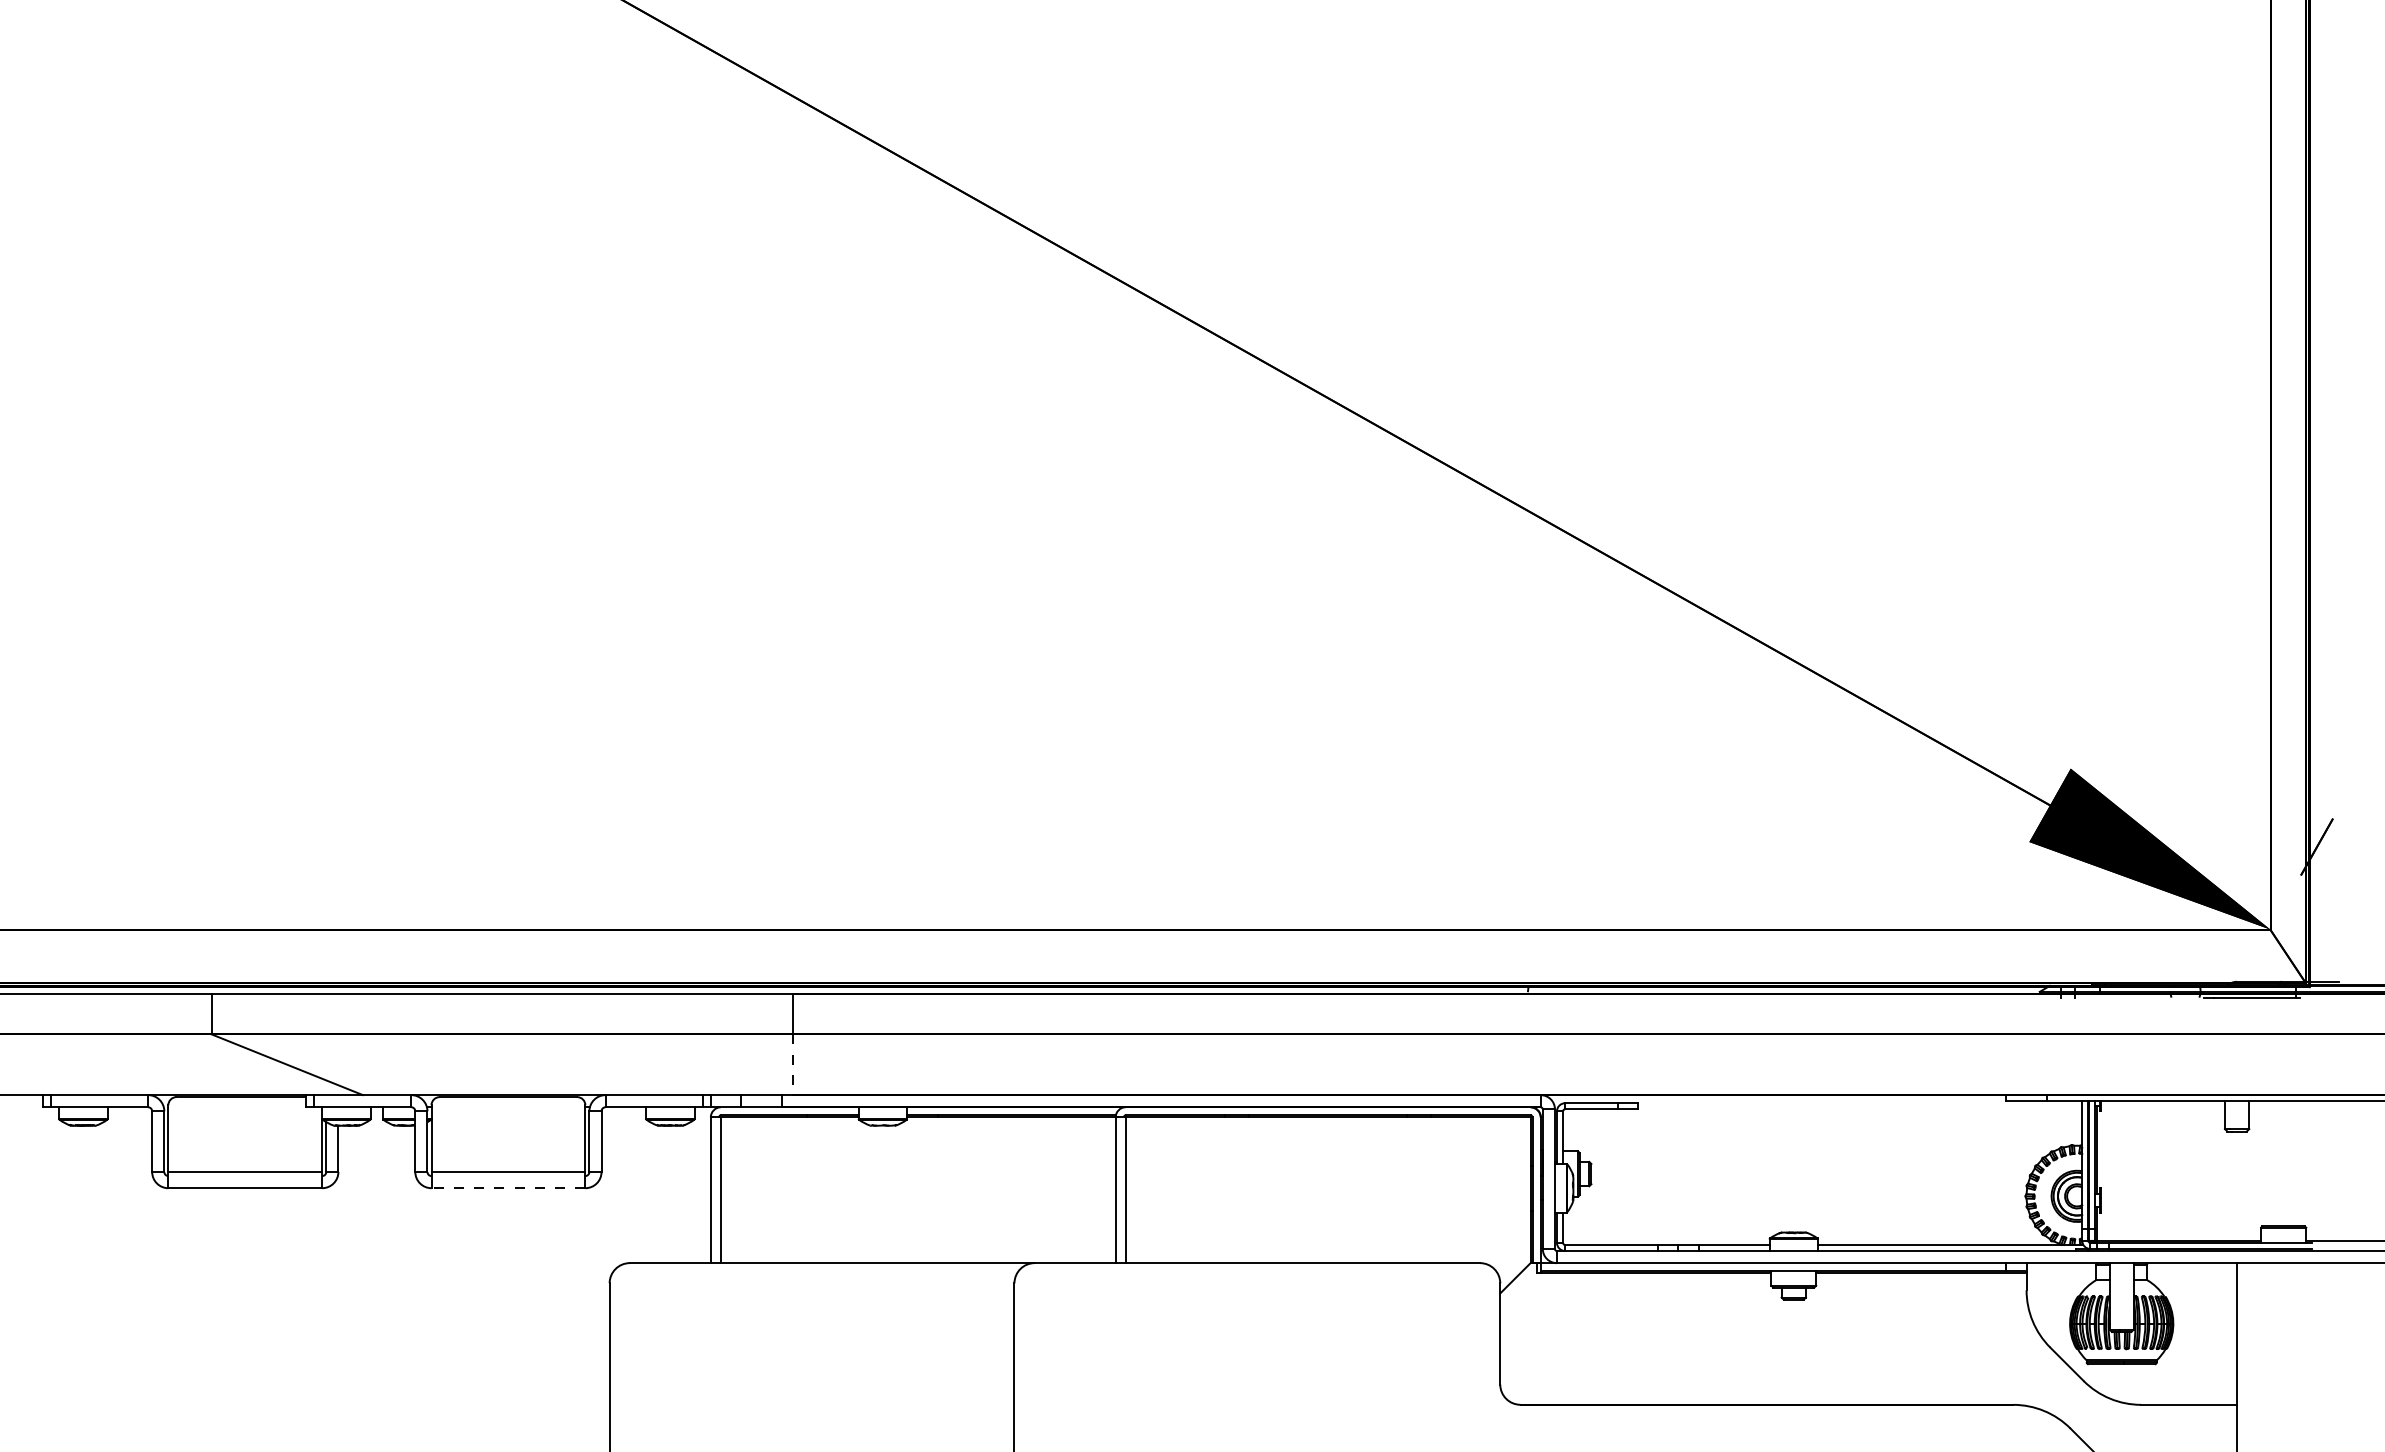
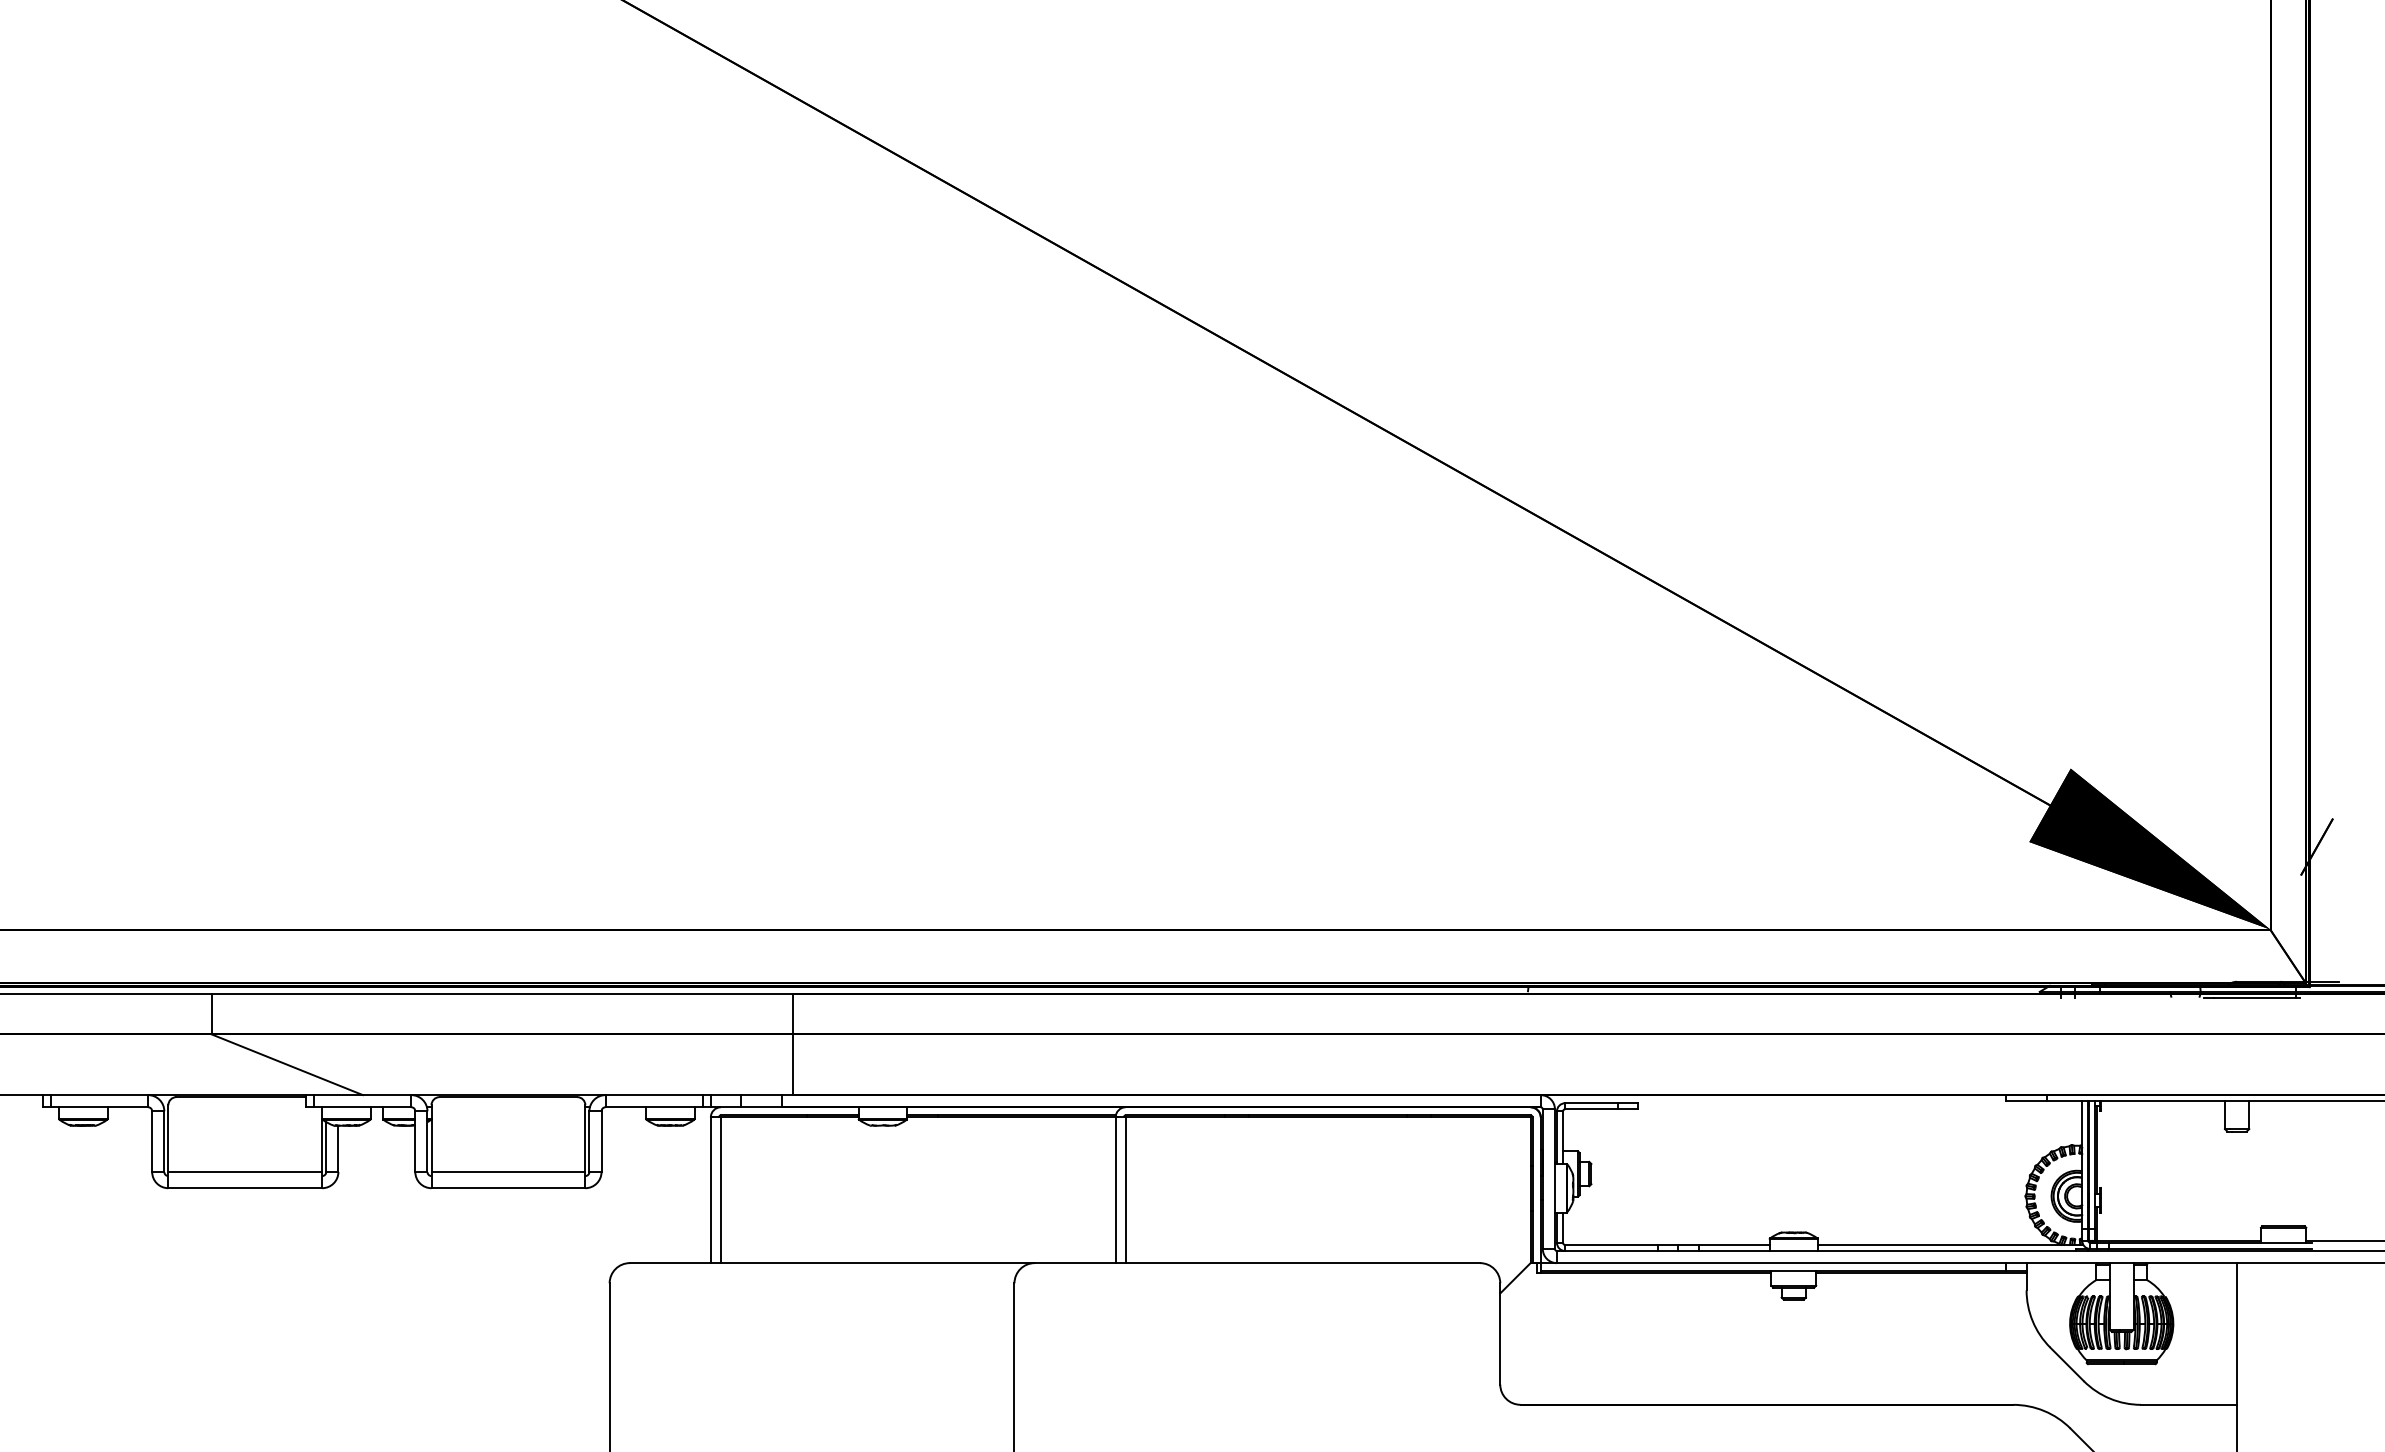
line at (792, 1065): dashed -> solid
line at (508, 1188): dashed -> solid
